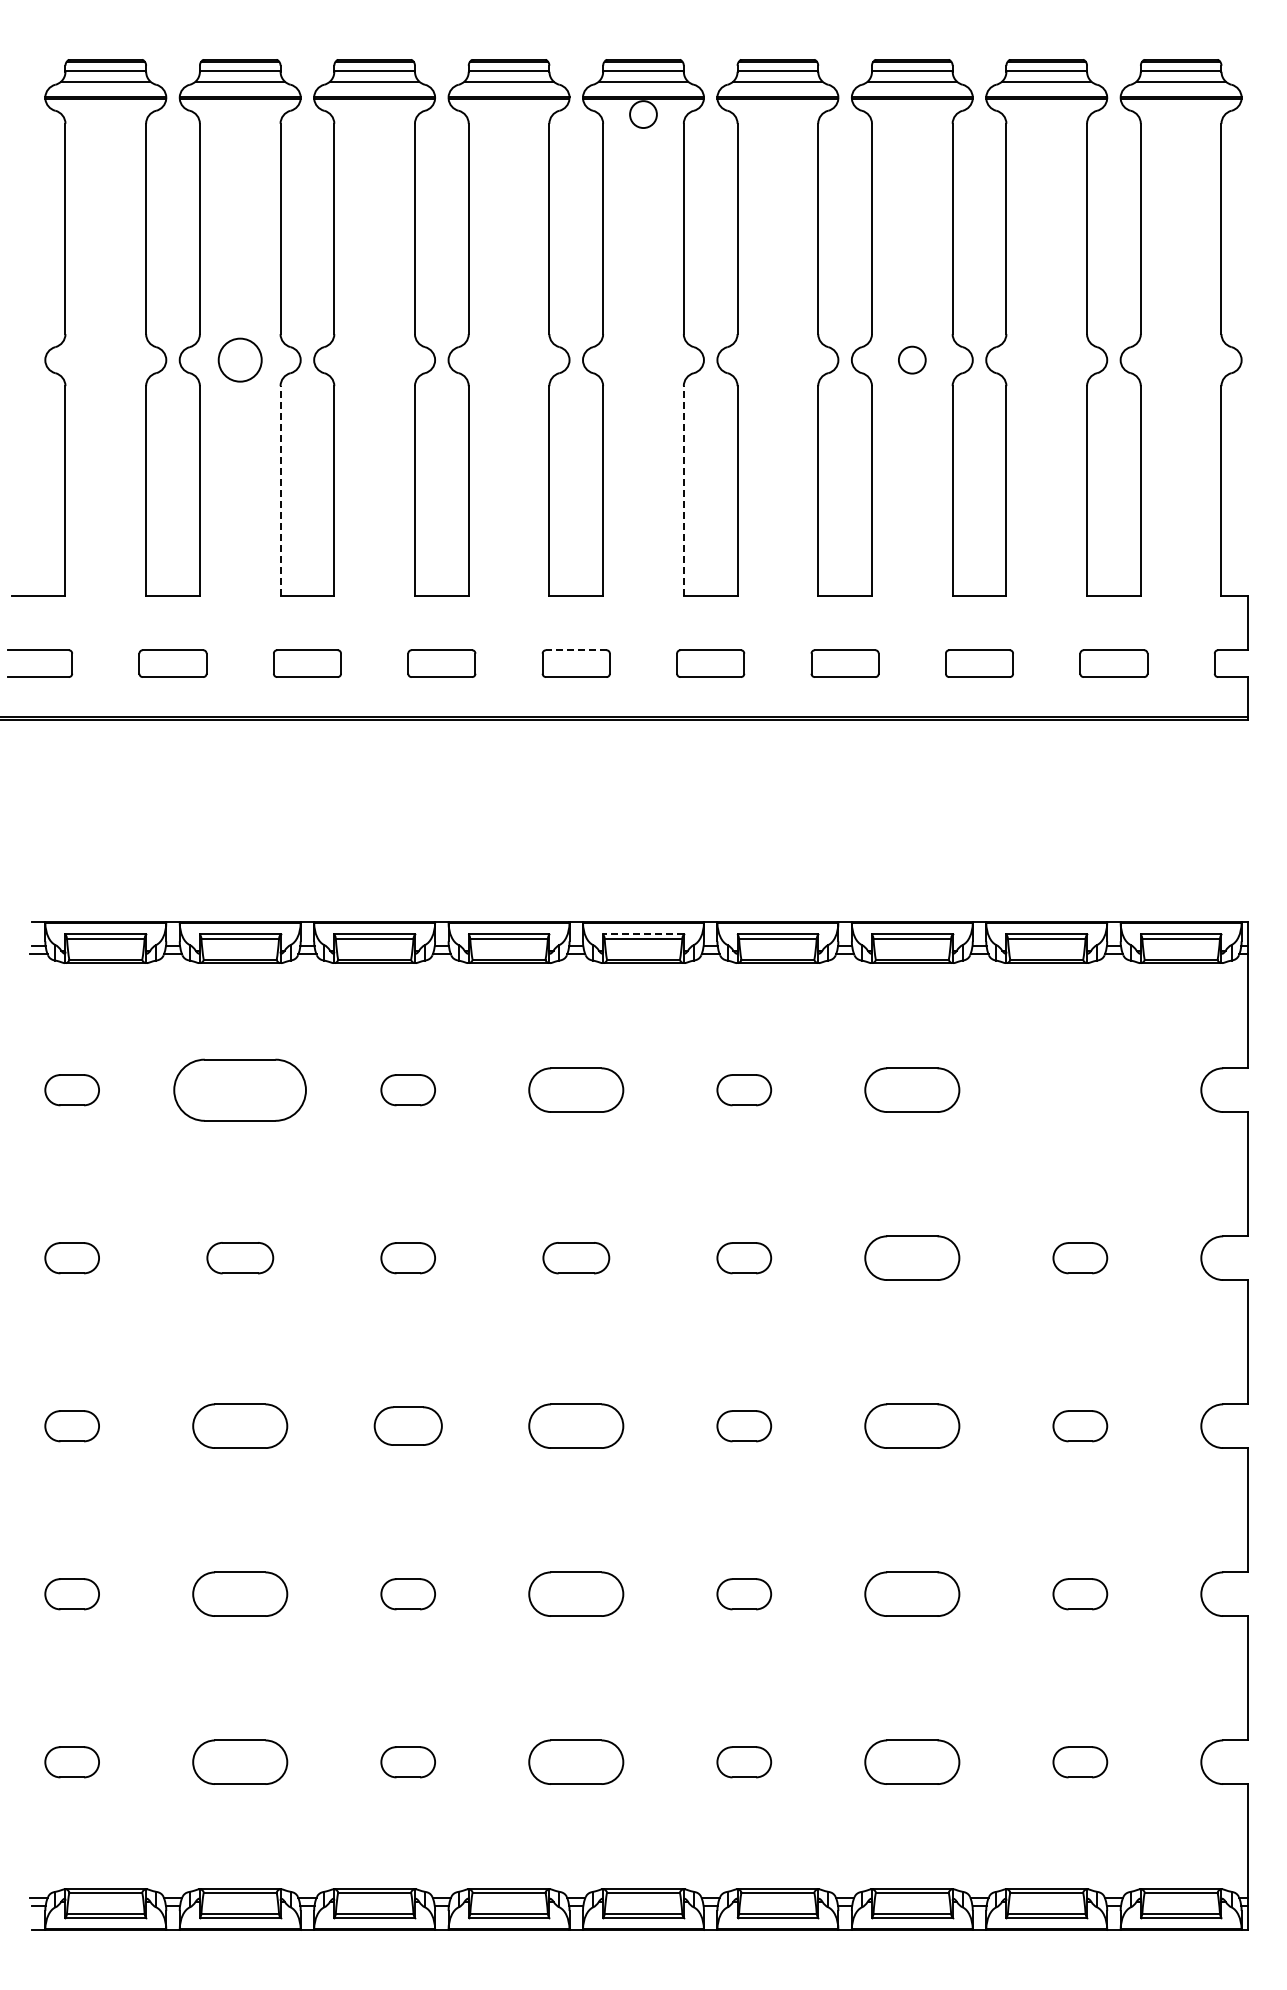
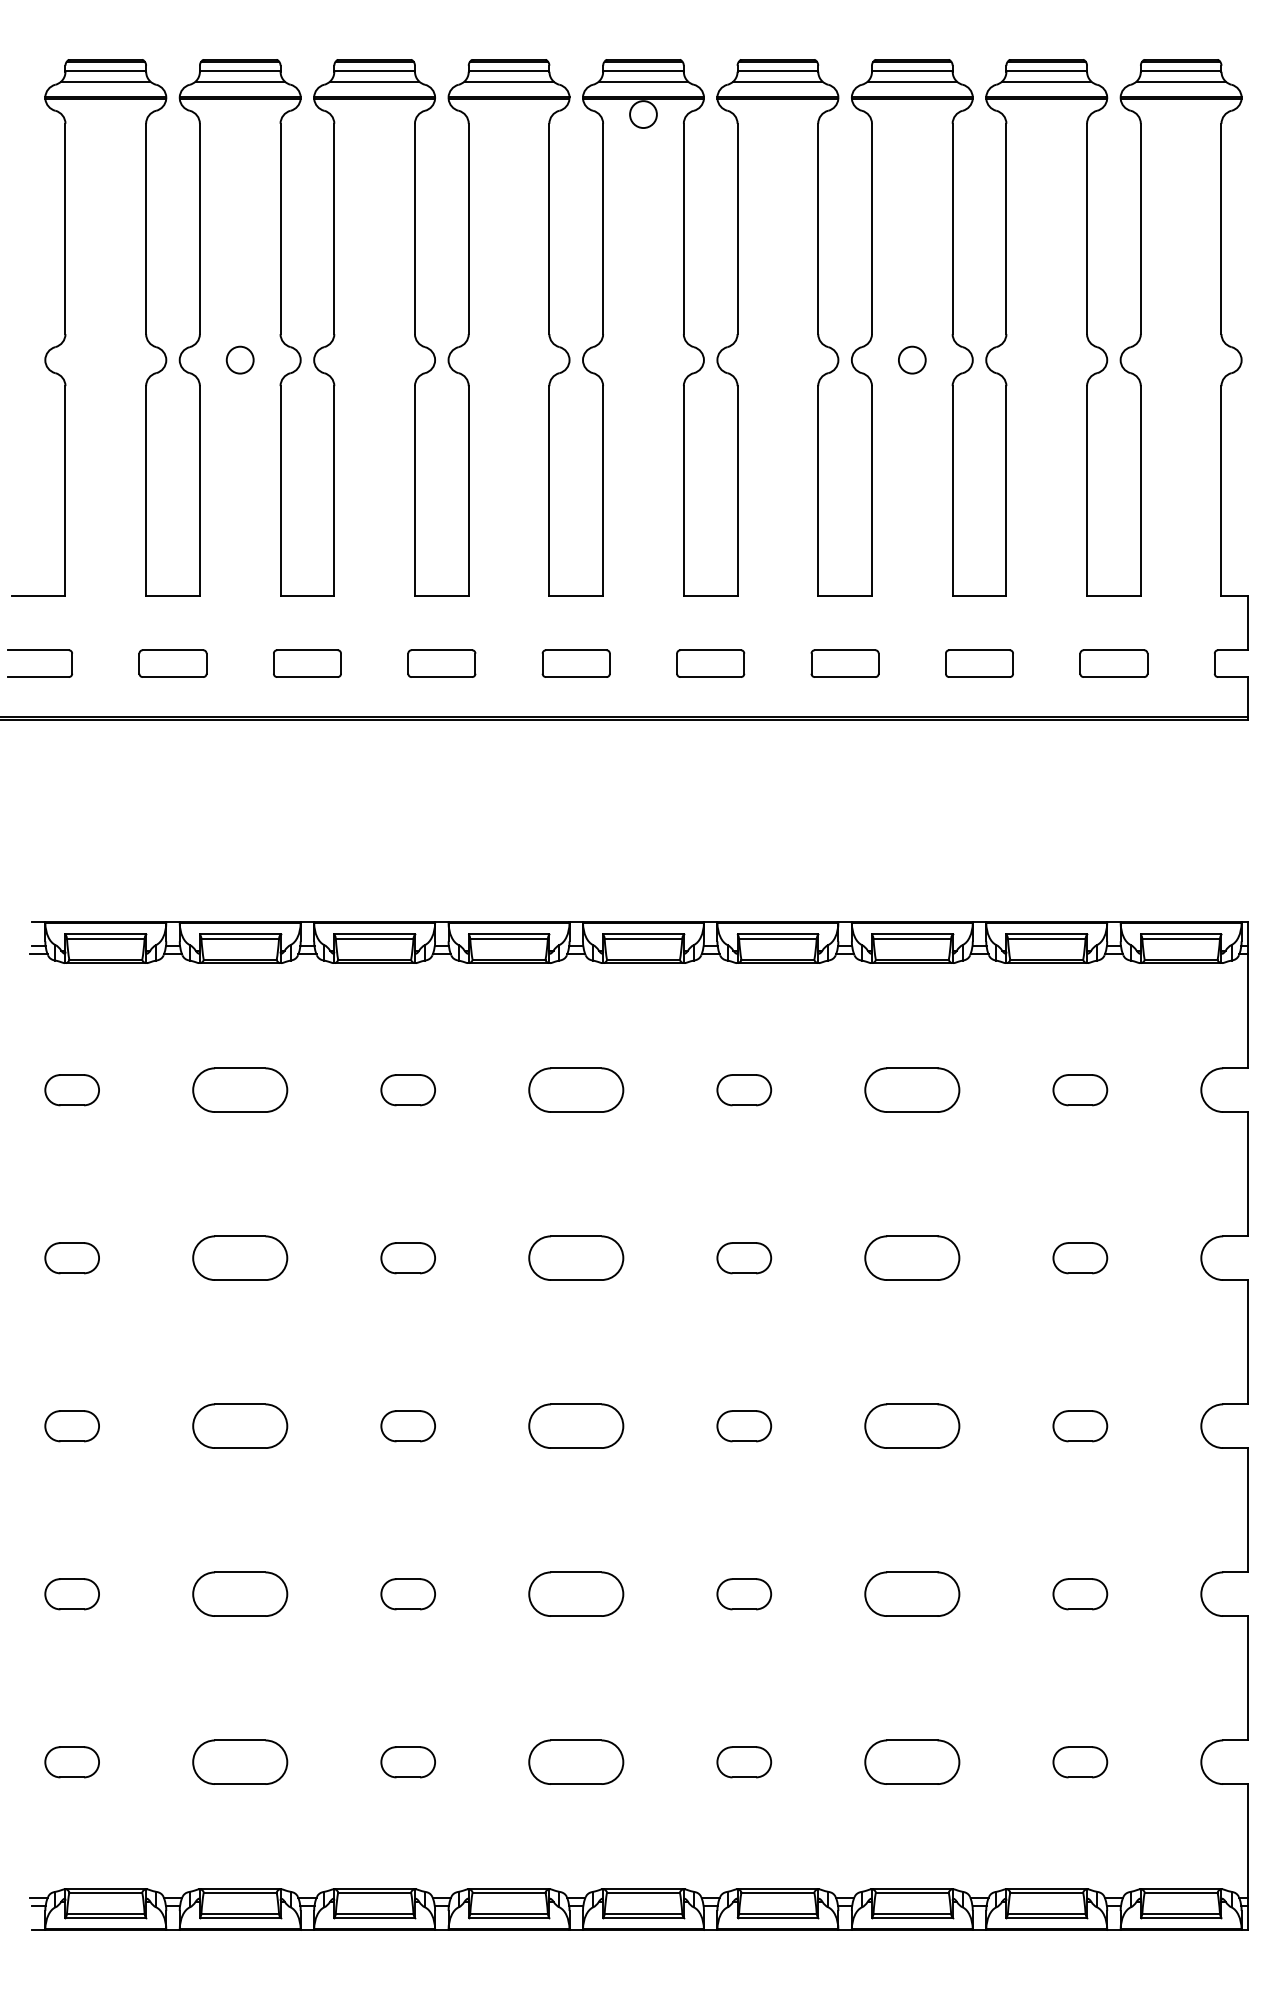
circle at (239, 359) diameter: 43 px -> 27 px
line at (280, 490): dashed -> solid
line at (683, 490): dashed -> solid
line at (575, 650): dashed -> solid
line at (642, 934): dashed -> solid
part at (239, 1089) size: 134x64 px -> 97x46 px
part at (1080, 1090): none -> present
part at (240, 1258) size: 69x33 px -> 97x46 px
part at (576, 1258) size: 69x33 px -> 97x46 px
part at (407, 1425) size: 70x40 px -> 56x33 px
